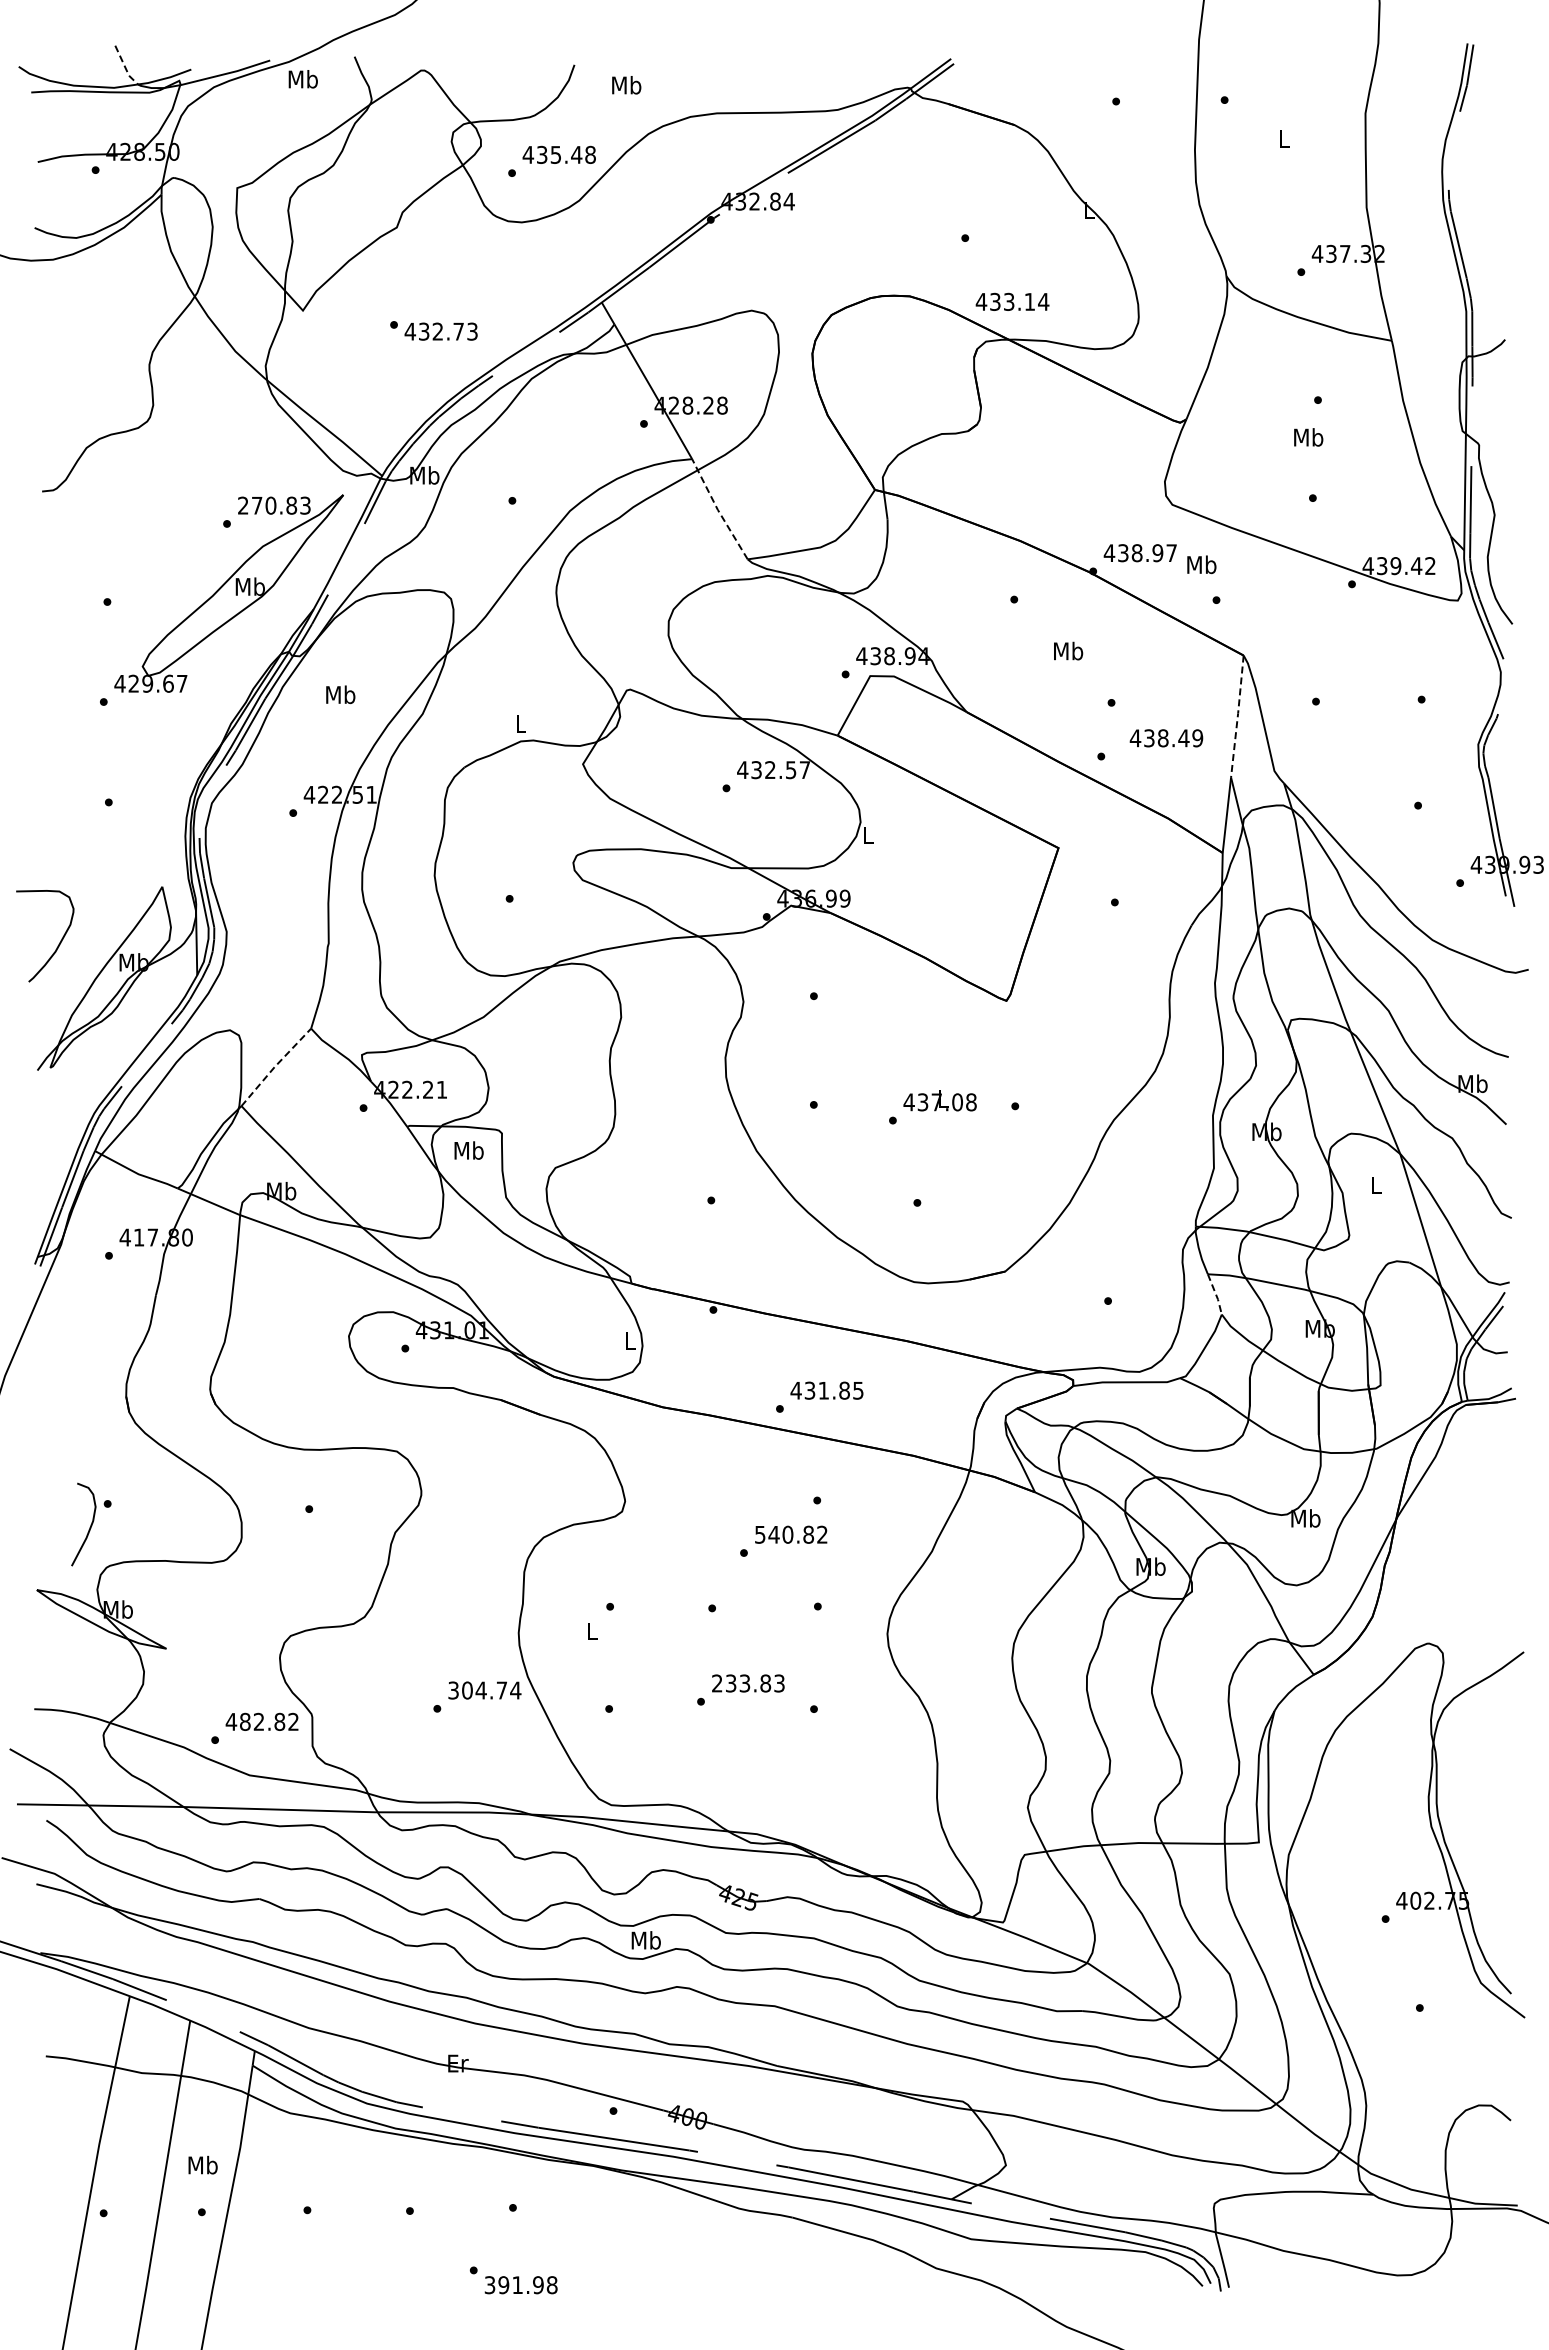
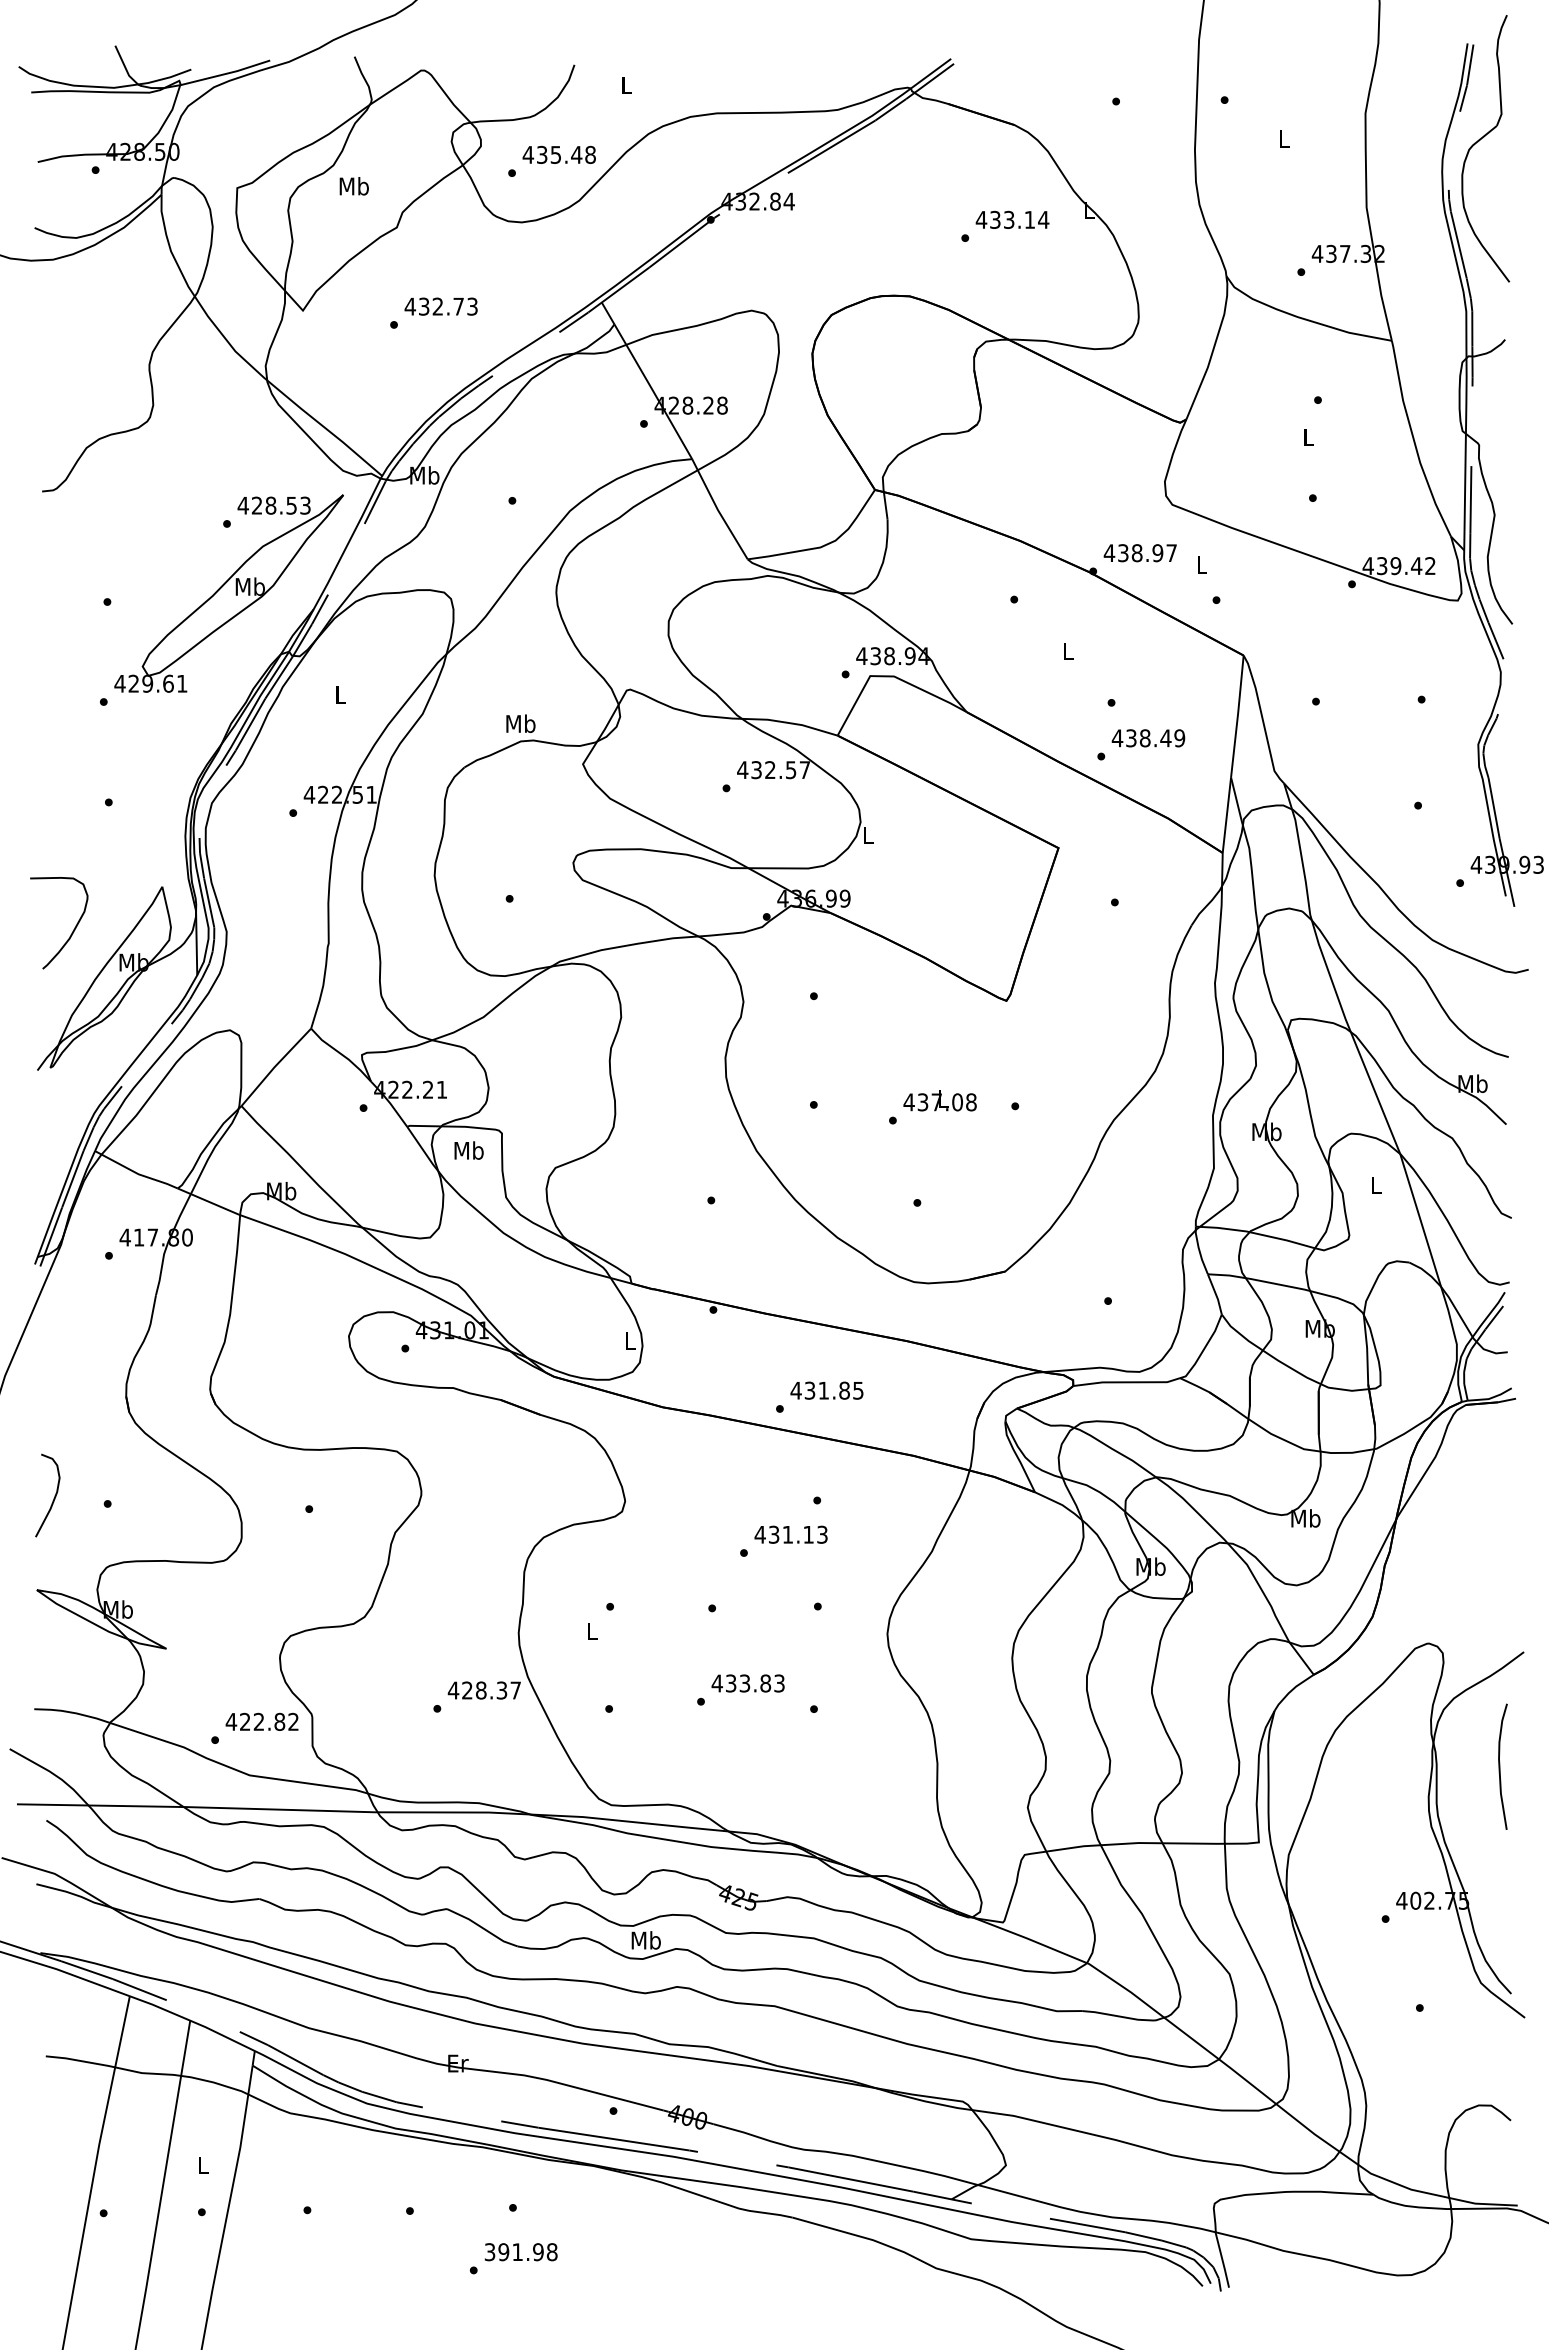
line at (125, 66): dashed -> solid
text at (302, 79) position: (302, 79) -> (353, 186)
text at (626, 85): Mb -> L
part at (1479, 141): none -> present
text at (1012, 301) position: (1012, 301) -> (1012, 219)
text at (440, 331) position: (440, 331) -> (440, 306)
text at (1308, 437): Mb -> L
text at (267, 505): 270.83 -> 428.53
line at (717, 510): dashed -> solid
text at (1201, 564): Mb -> L
text at (1068, 650): Mb -> L
text at (182, 683): 429.67 -> 429.61
text at (340, 694): Mb -> L
line at (1237, 716): dashed -> solid
text at (520, 723): L -> Mb
text at (1166, 738) position: (1166, 738) -> (1148, 738)
curve at (57, 945) position: (57, 945) -> (71, 932)
line at (275, 1066): dashed -> solid
line at (1216, 1294): dashed -> solid
curve at (89, 1527) position: (89, 1527) -> (53, 1498)
text at (790, 1534): 540.82 -> 431.13
text at (716, 1683): 233.83 -> 433.83
text at (484, 1690): 304.74 -> 428.37
text at (245, 1721): 482.82 -> 422.82
curve at (1500, 1766): none -> present
text at (202, 2164): Mb -> L
text at (520, 2285) position: (520, 2285) -> (520, 2252)
